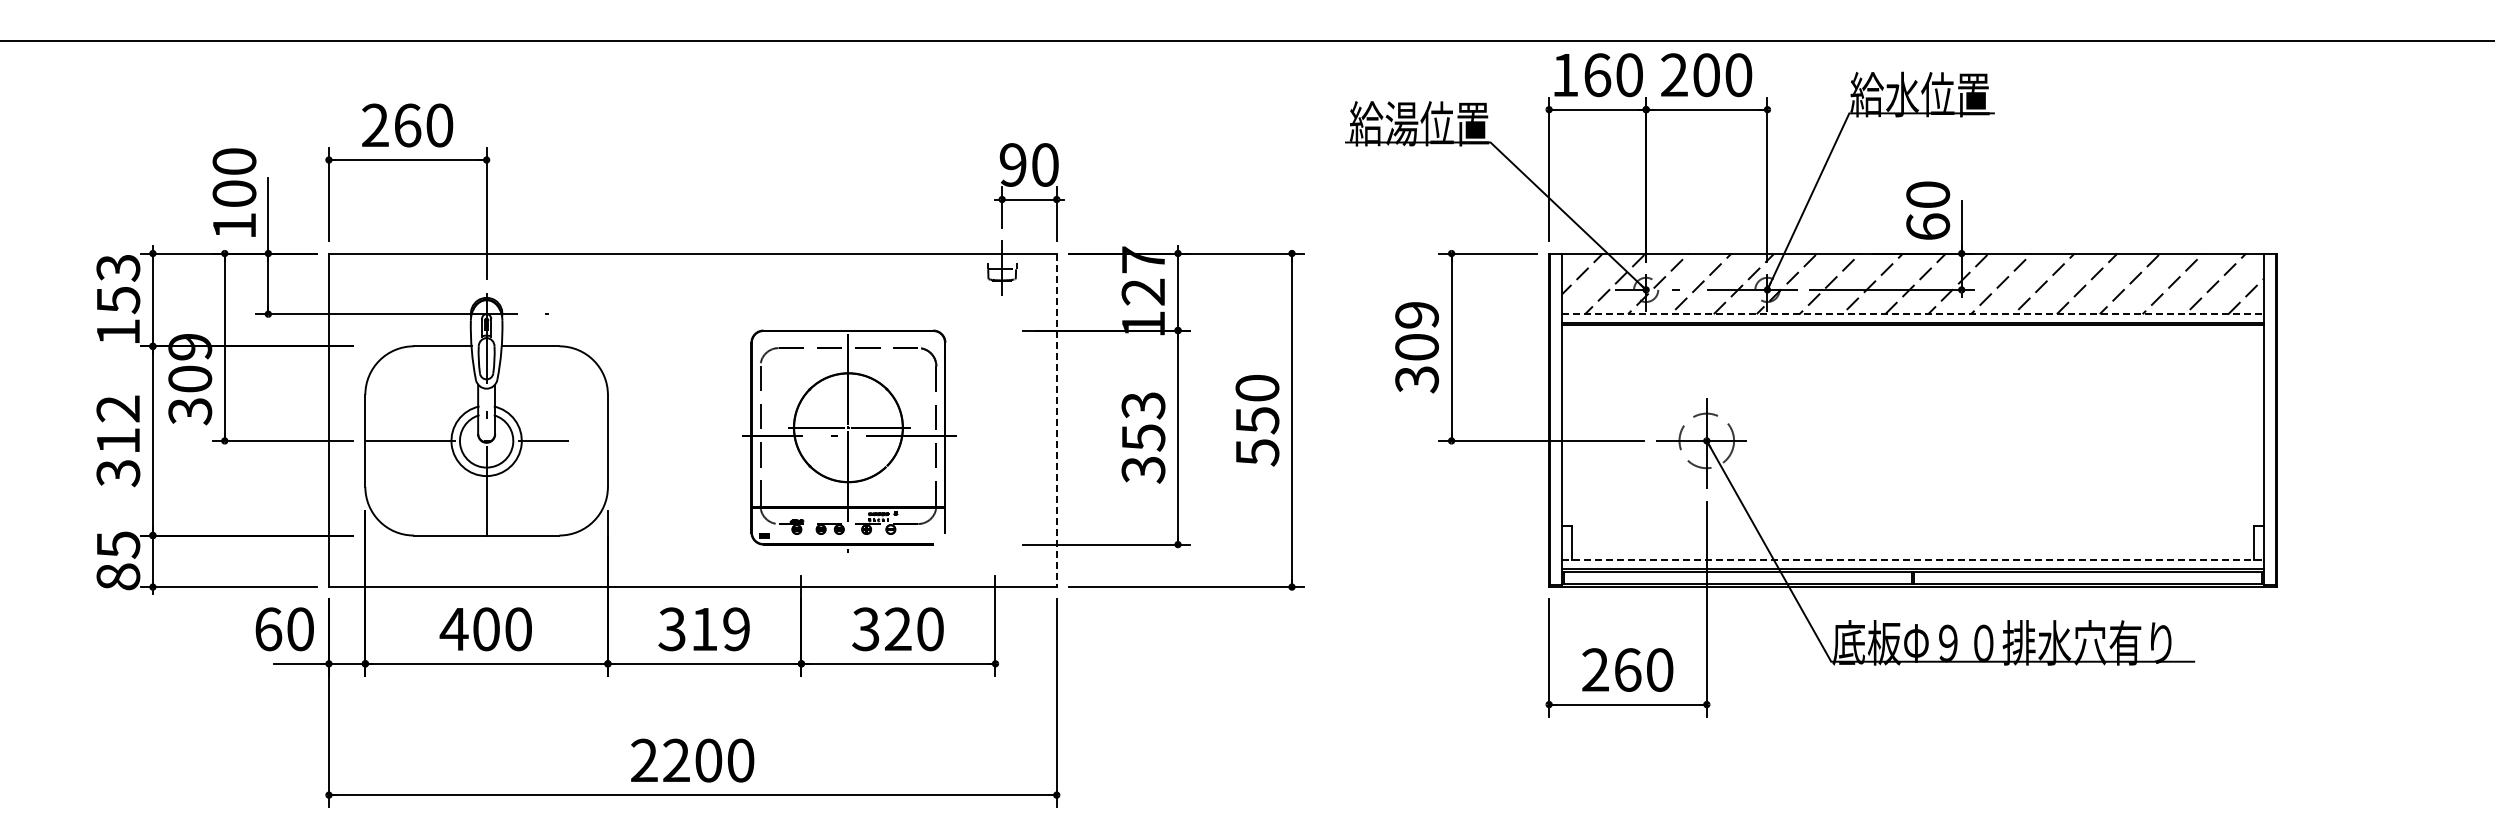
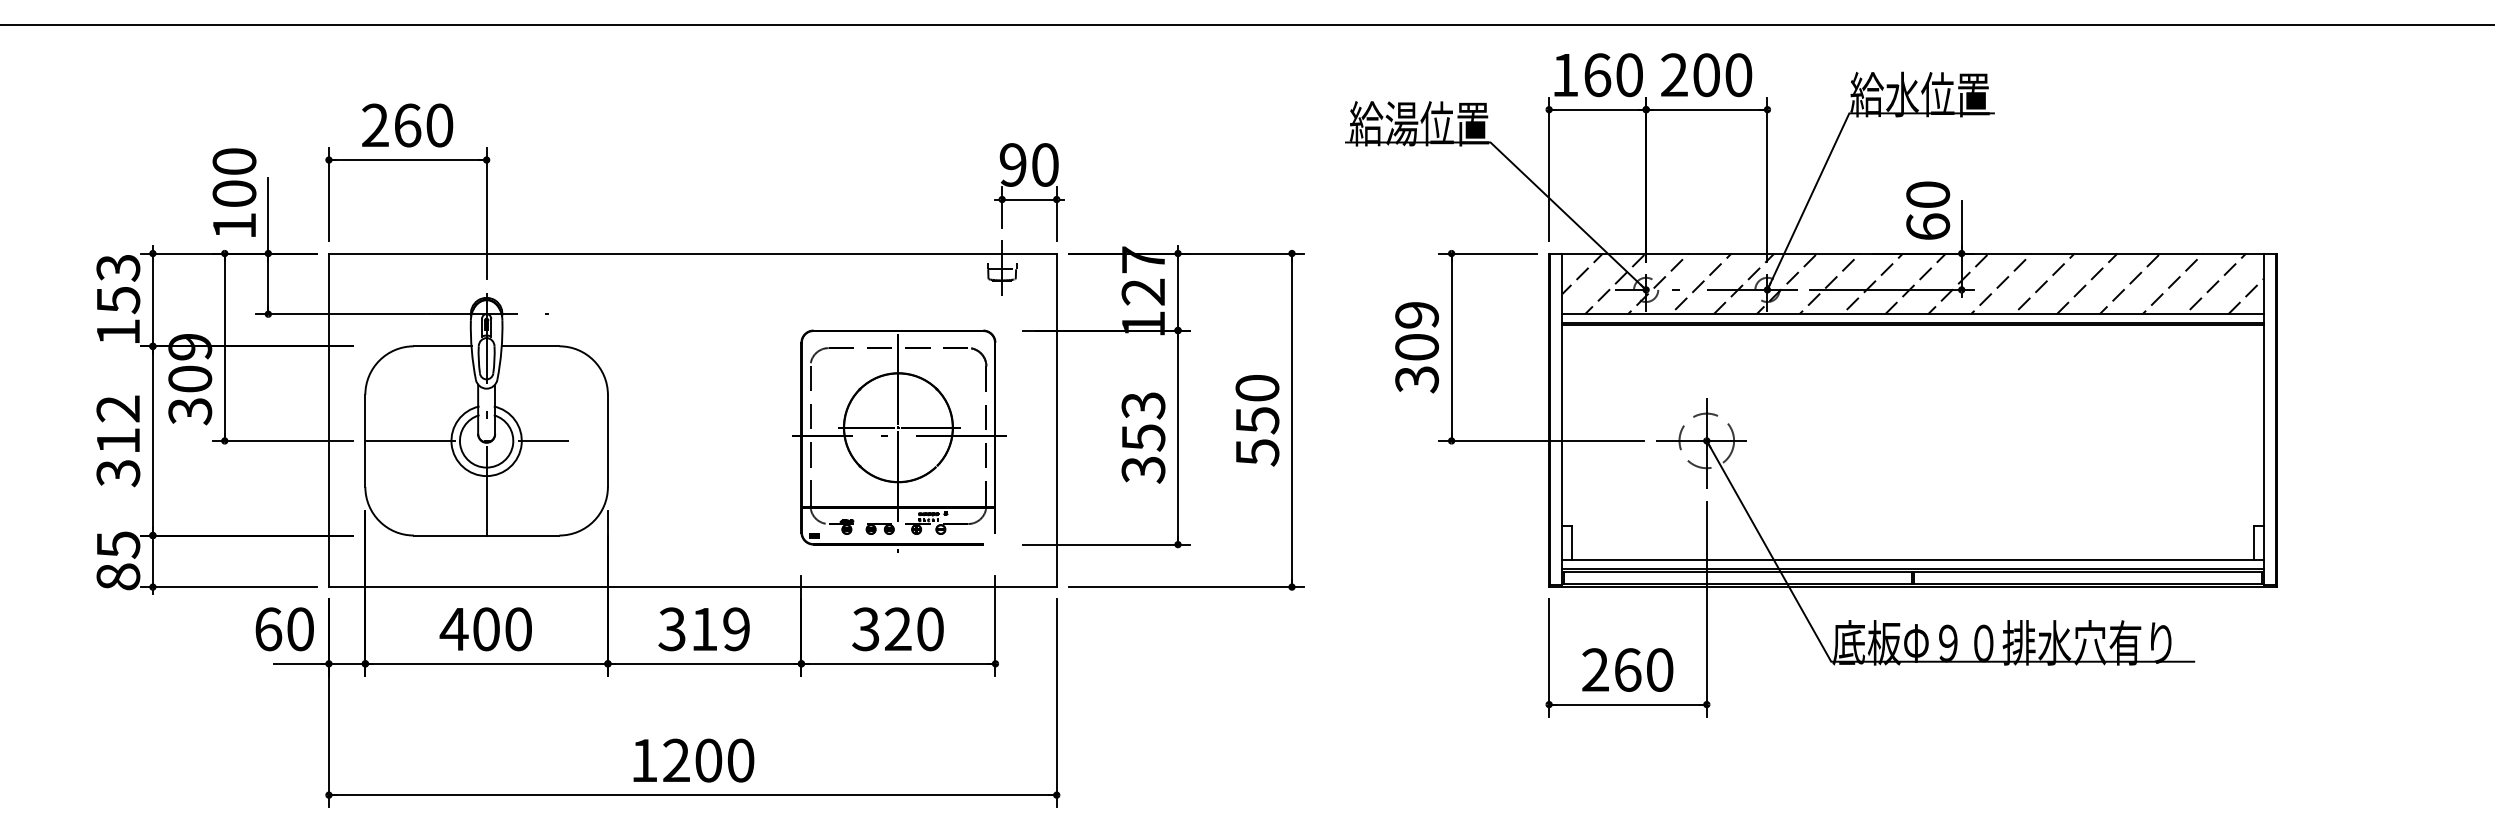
line at (1246, 40) position: (1246, 40) -> (1246, 24)
line at (1912, 314): dashed -> solid
line at (1056, 420): dashed -> solid
part at (849, 440) position: (849, 440) -> (899, 440)
line at (1912, 559): dashed -> solid
text at (644, 759): 2200 -> 1200
